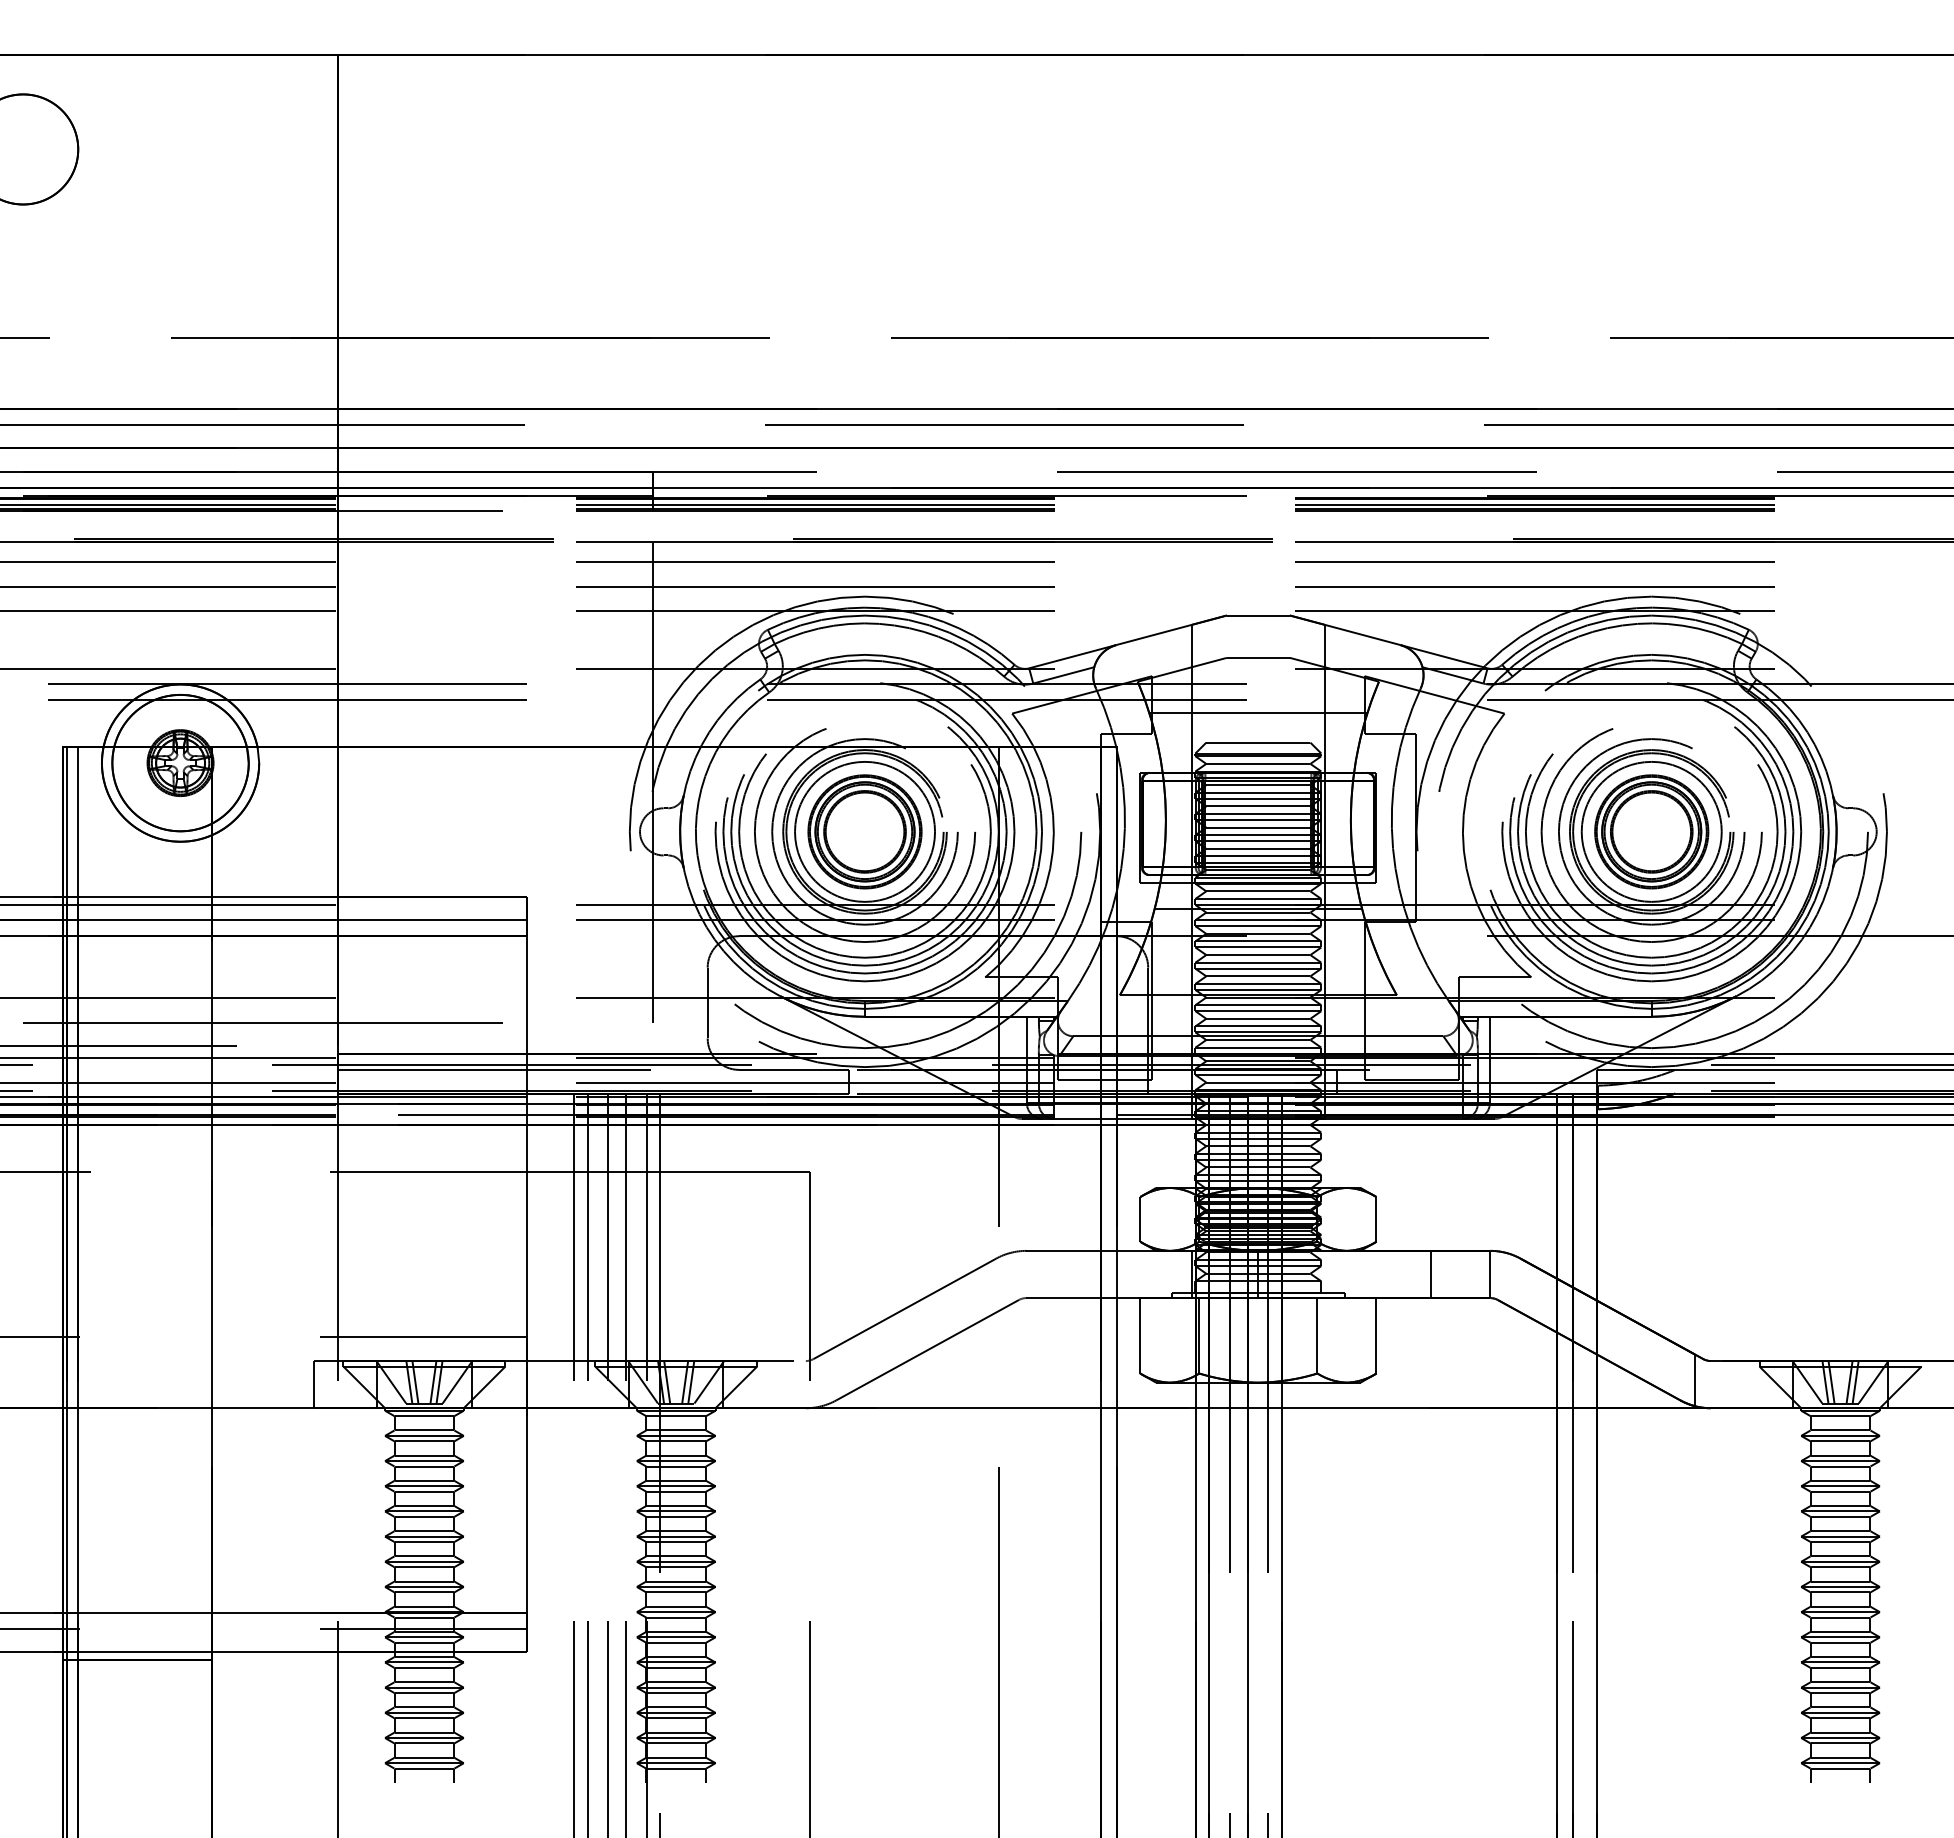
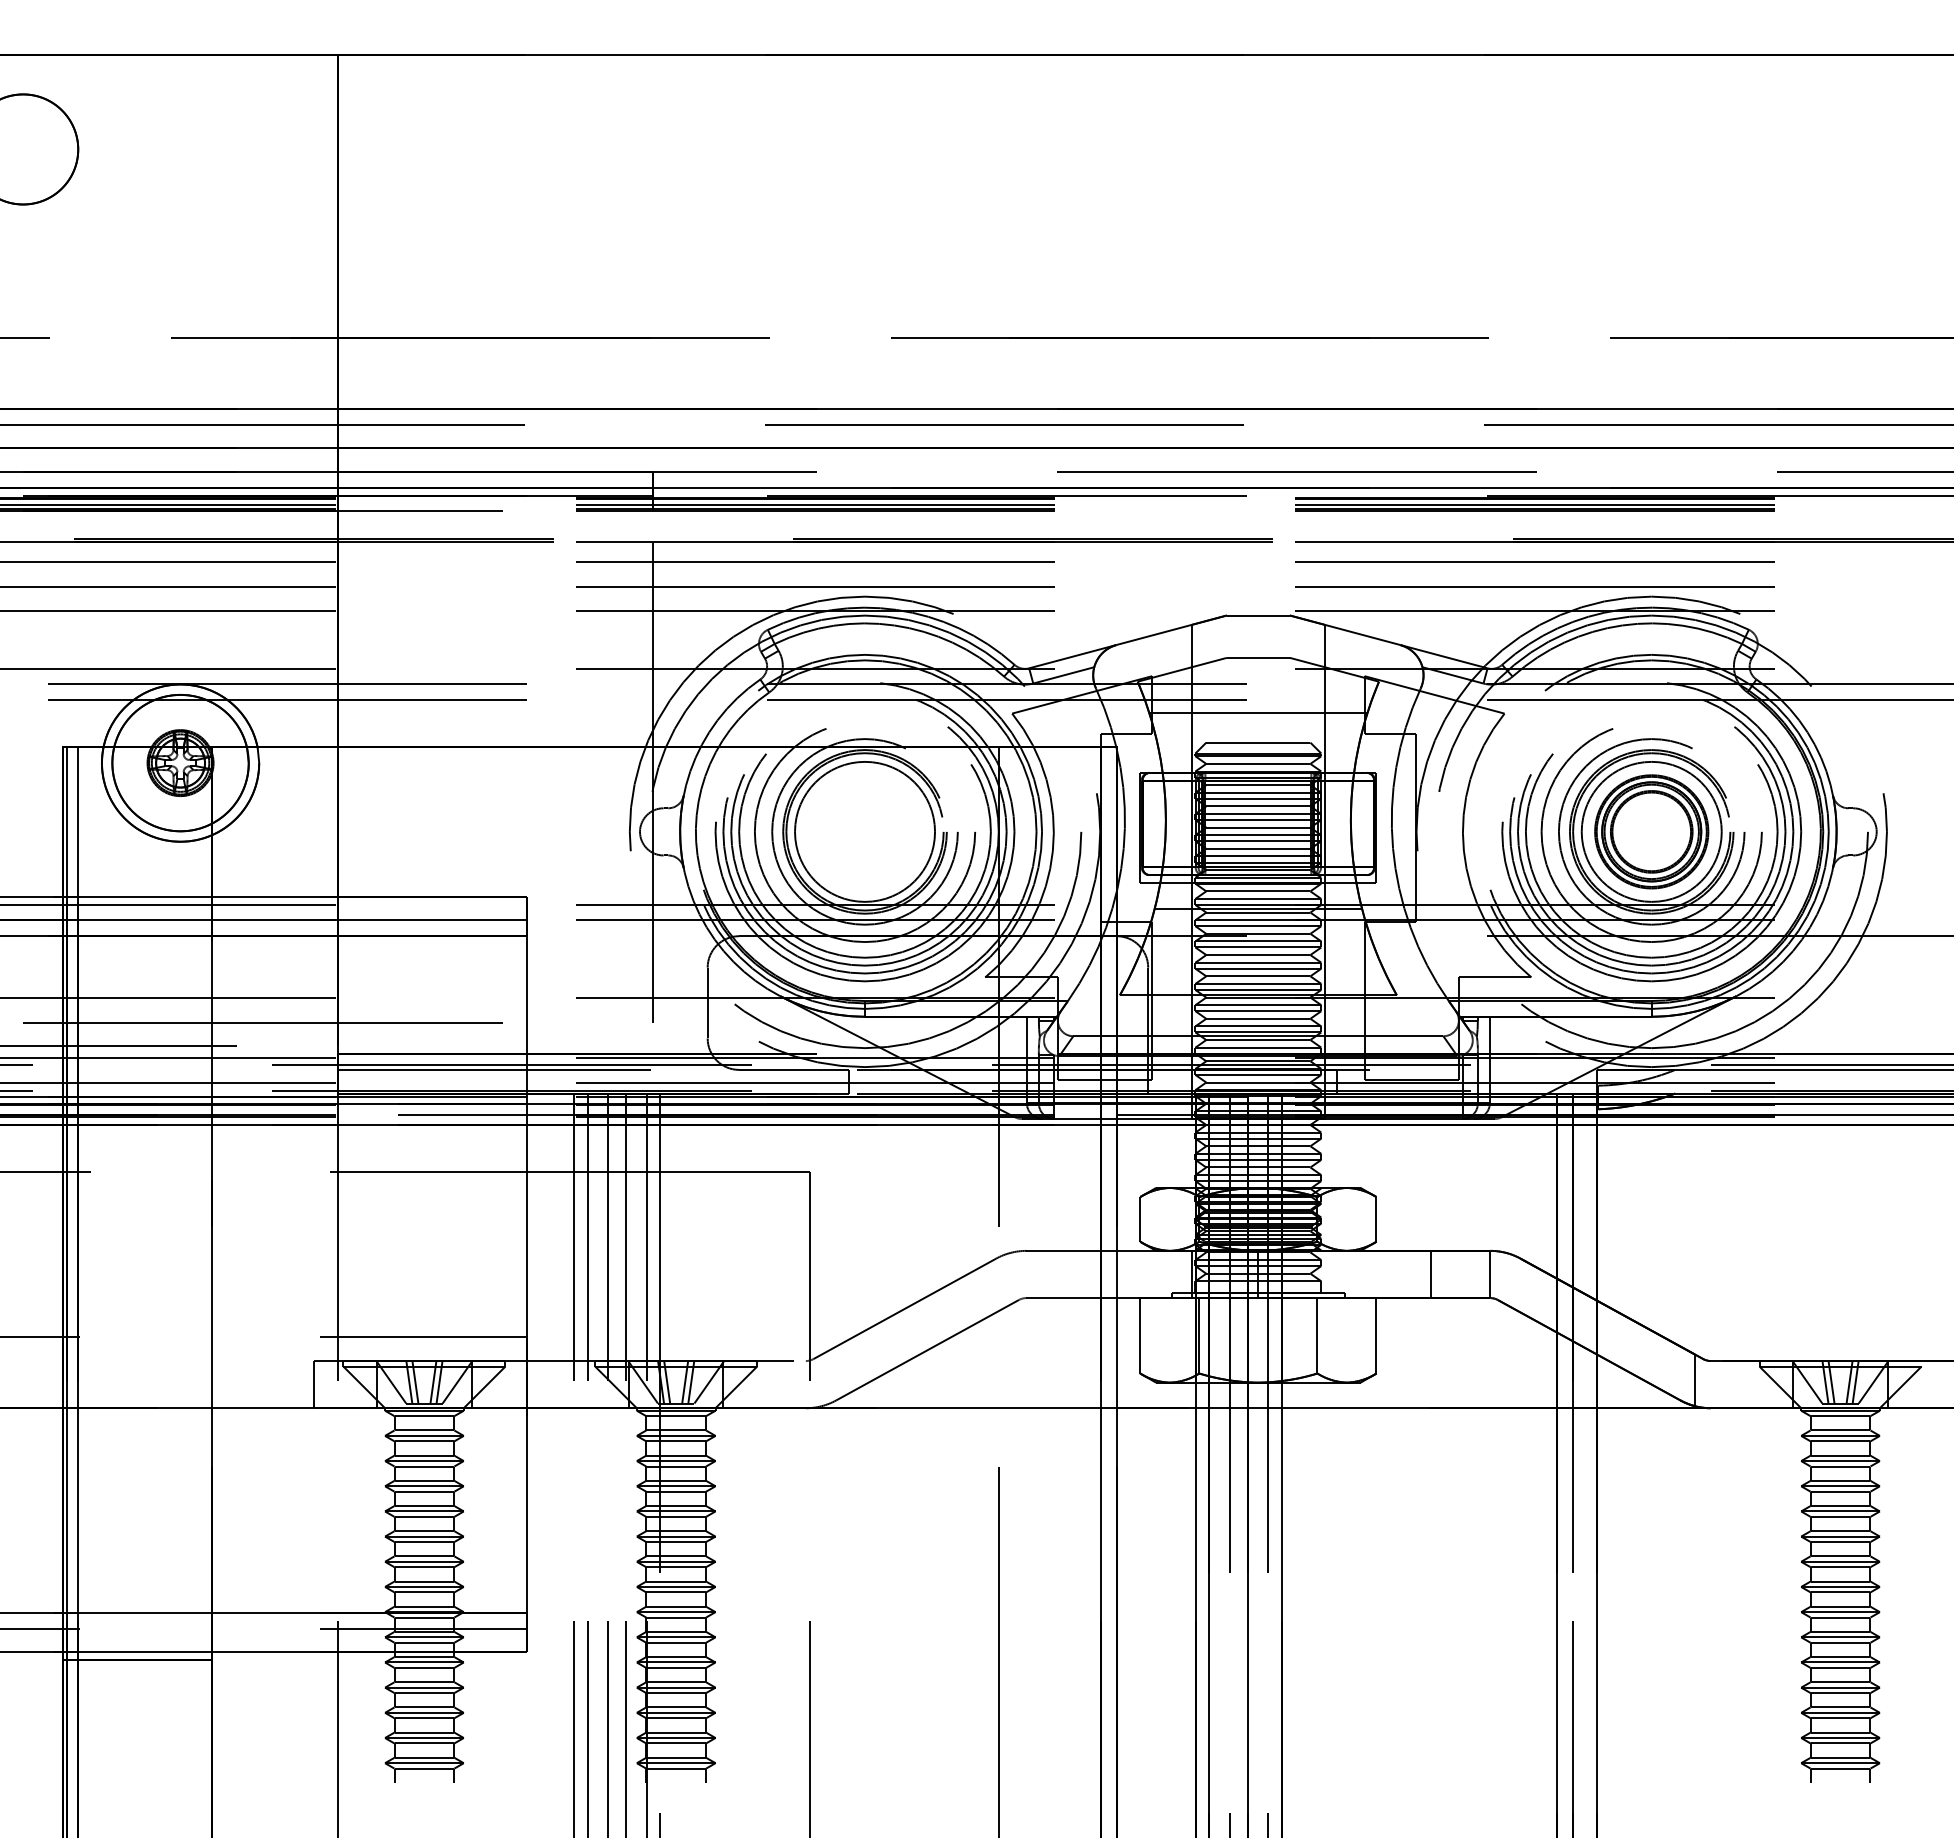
part at (864, 831): present -> none
